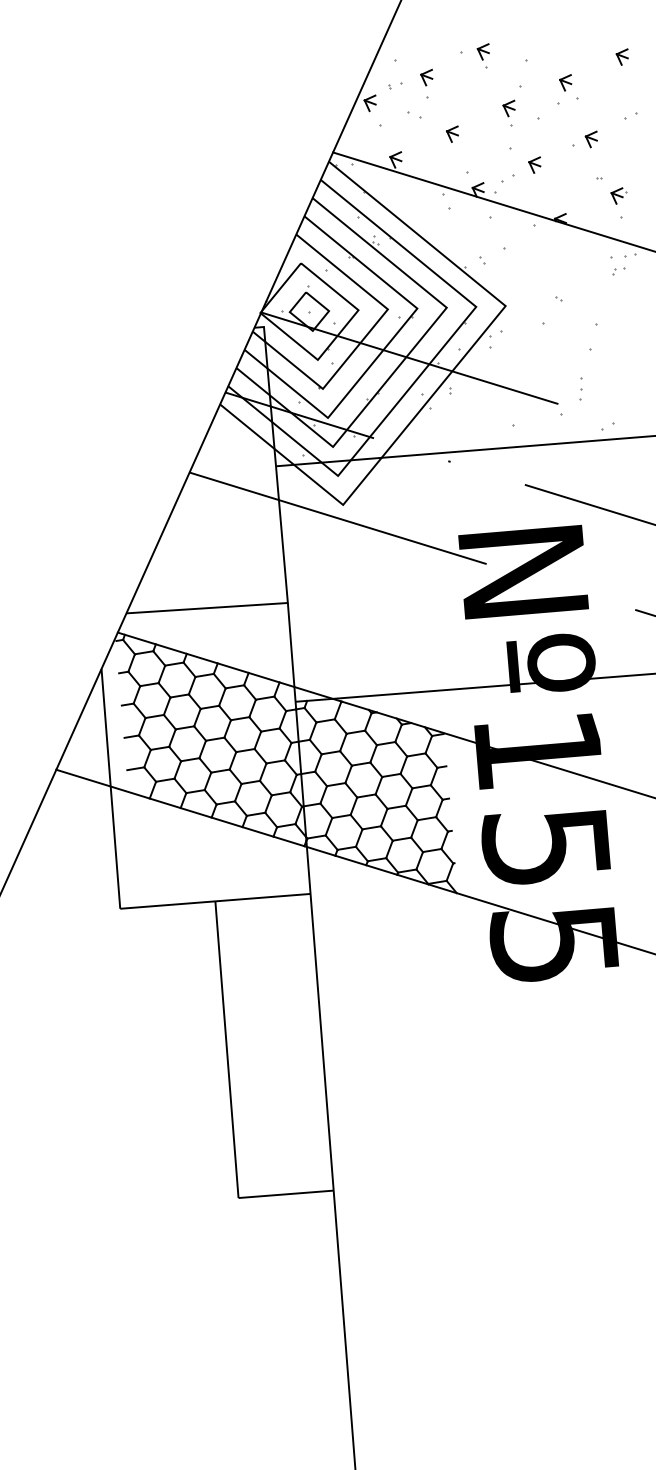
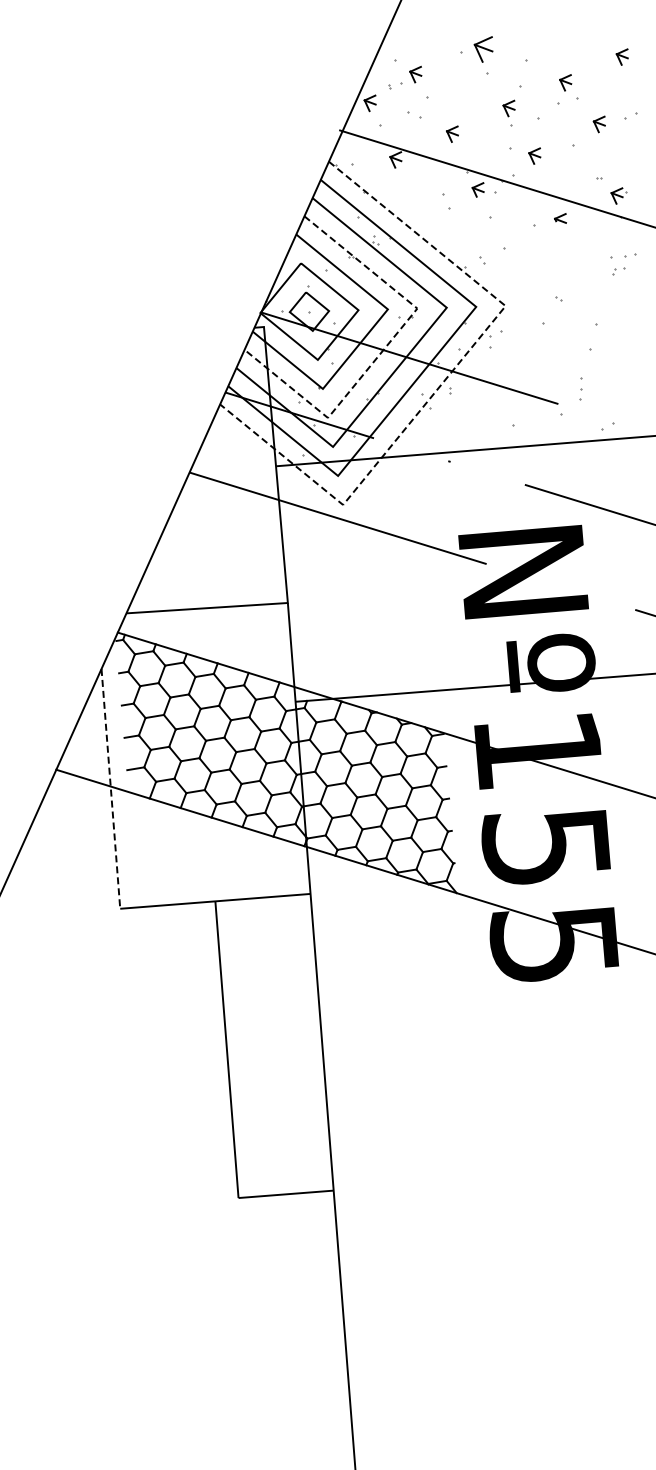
part at (482, 55) size: 14x26 px -> 21x39 px
part at (426, 77) position: (426, 77) -> (415, 74)
part at (590, 139) position: (590, 139) -> (598, 124)
part at (534, 164) position: (534, 164) -> (534, 155)
line at (492, 201) position: (492, 201) -> (496, 178)
line at (384, 348): solid -> dashed
line at (446, 378): solid -> dashed
line at (110, 789): solid -> dashed
